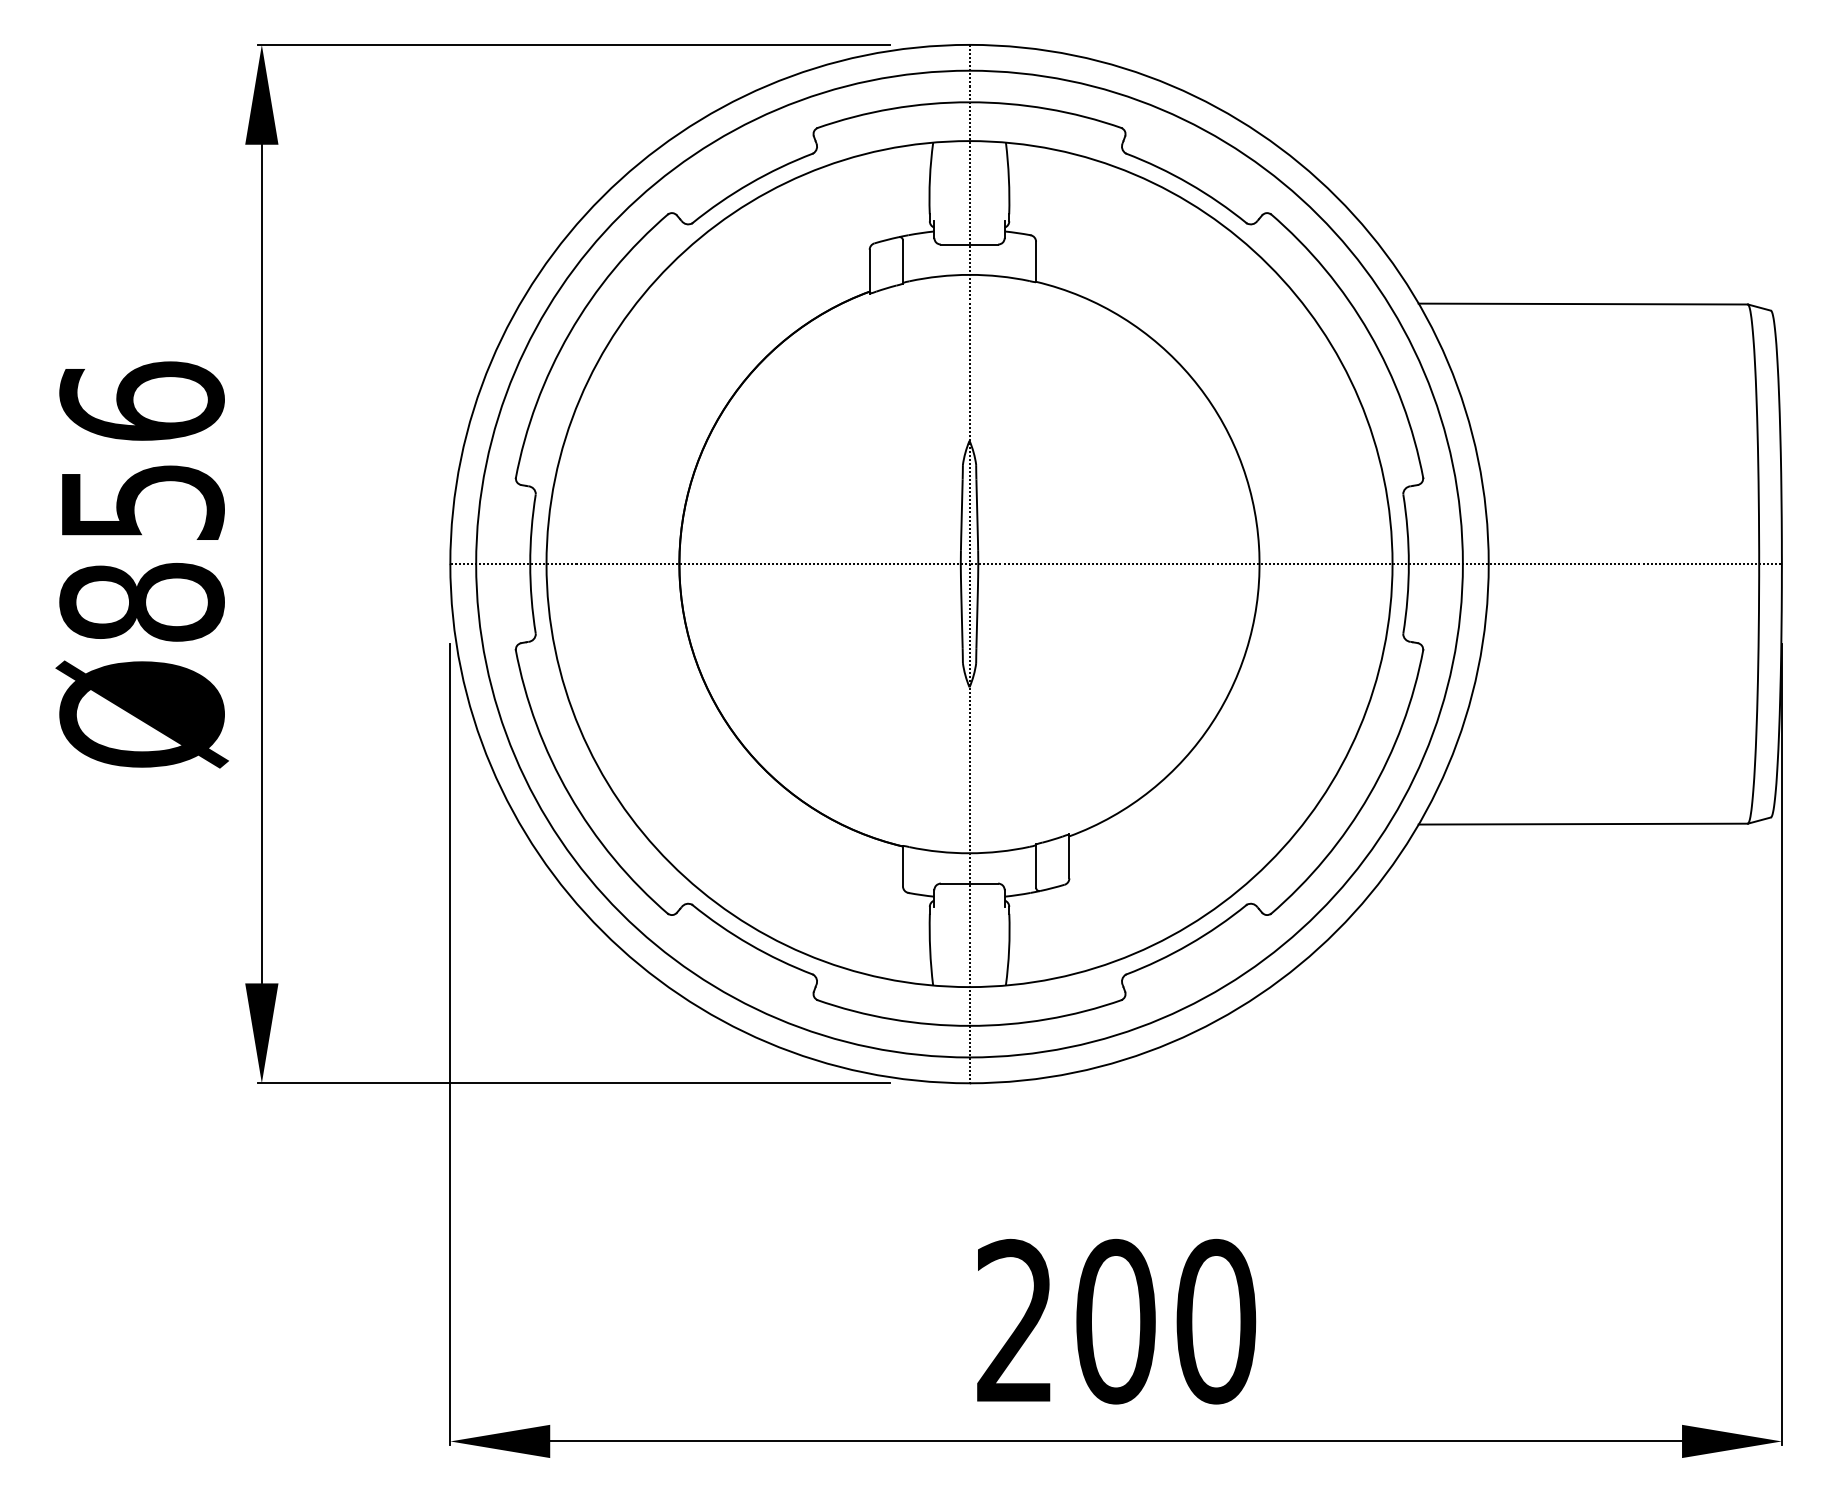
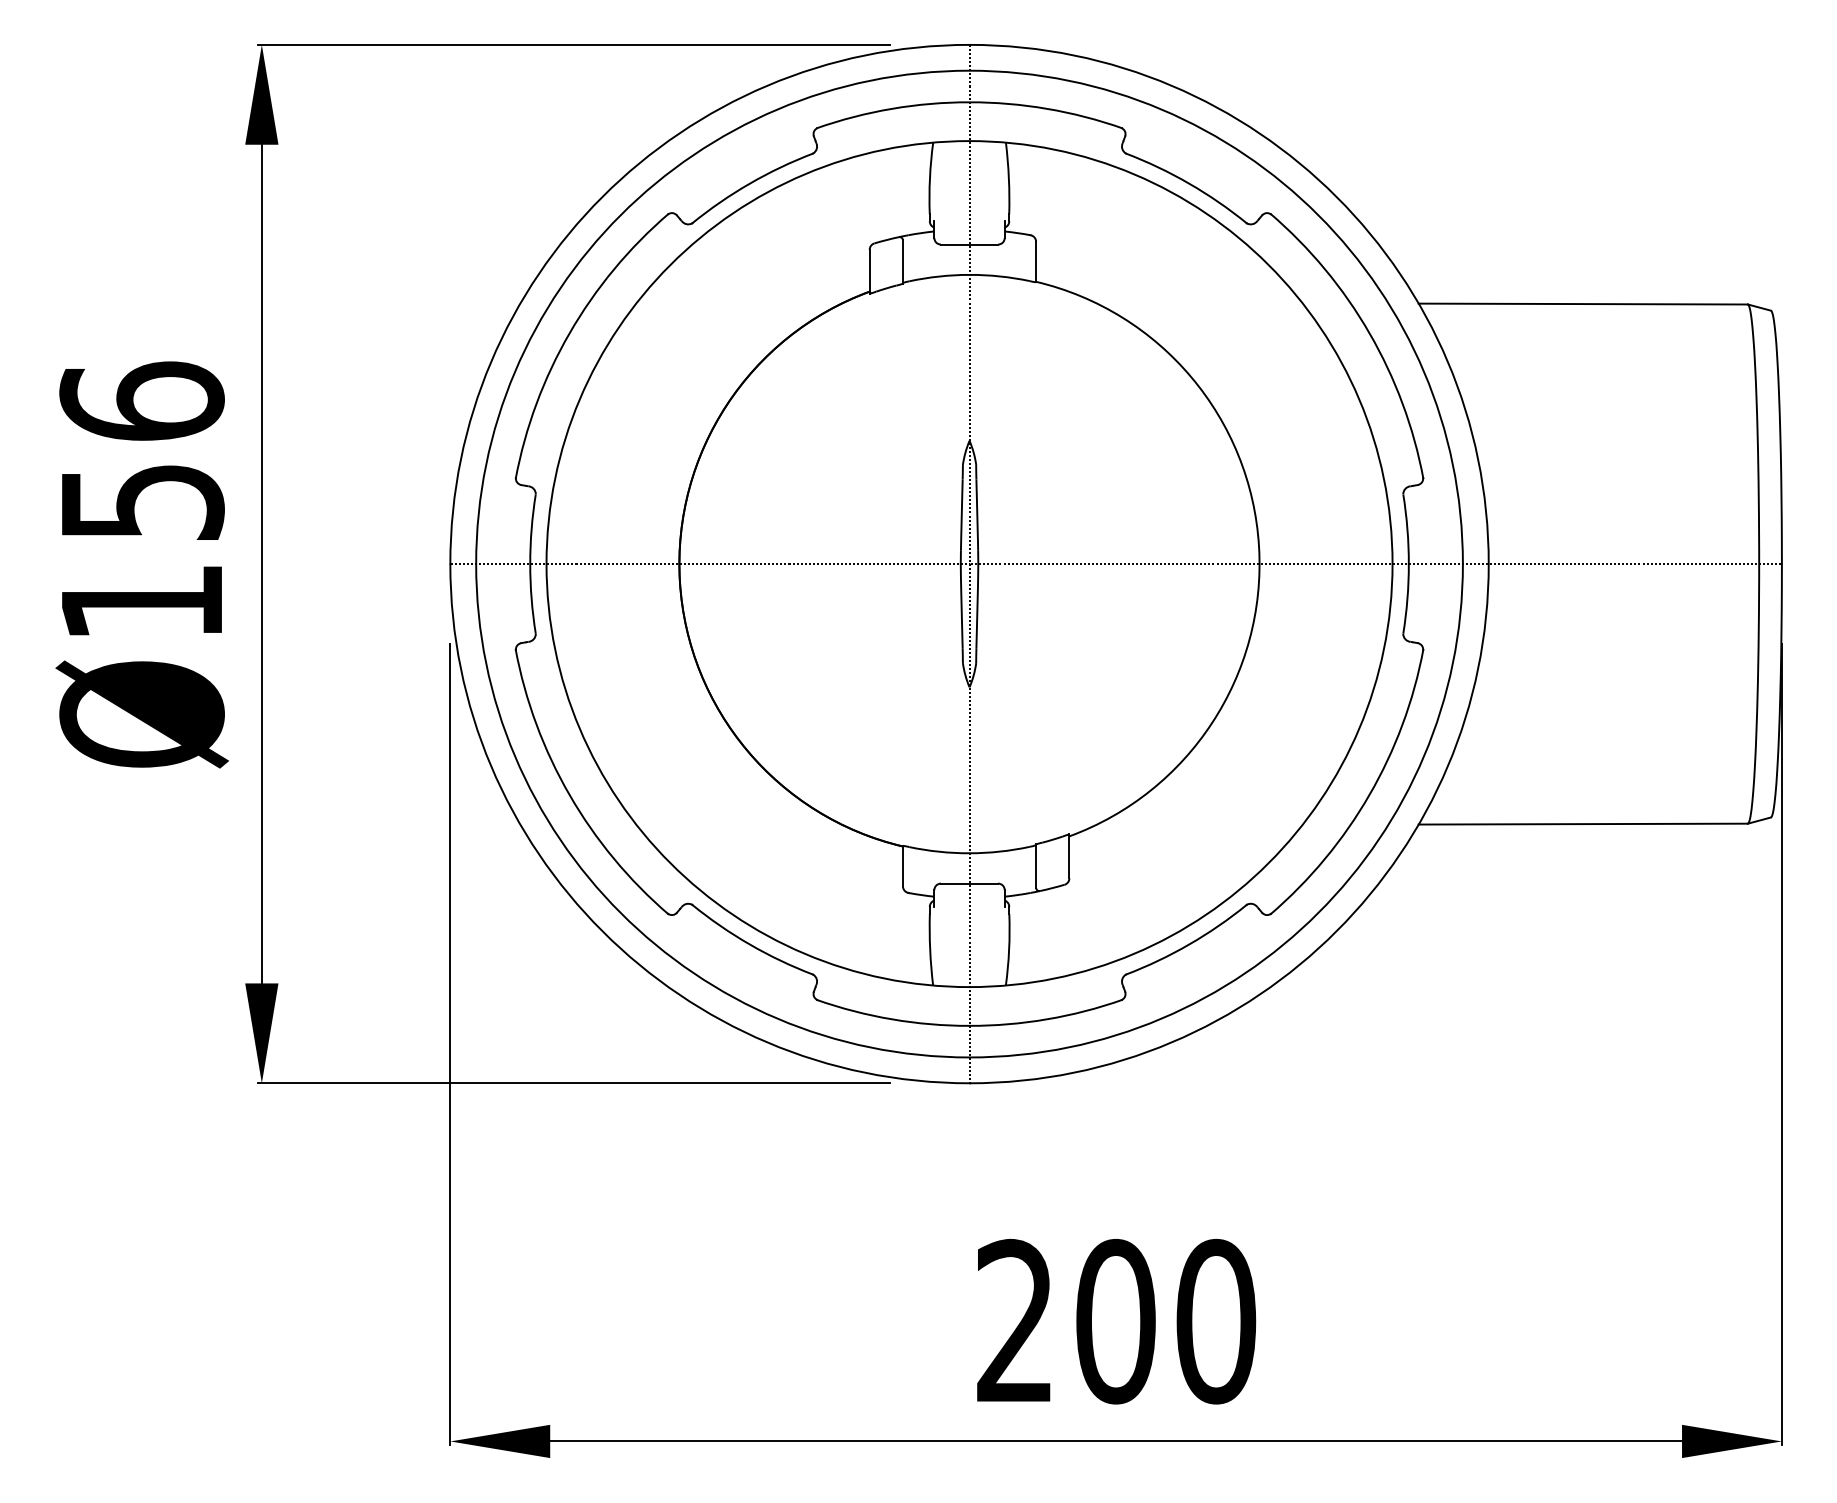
text at (141, 601): Ø856 -> Ø156
